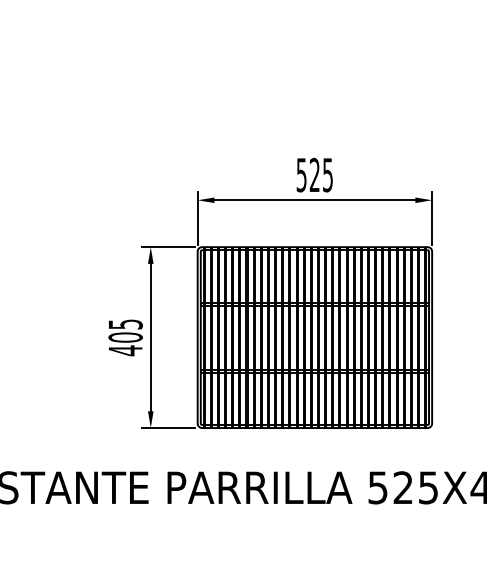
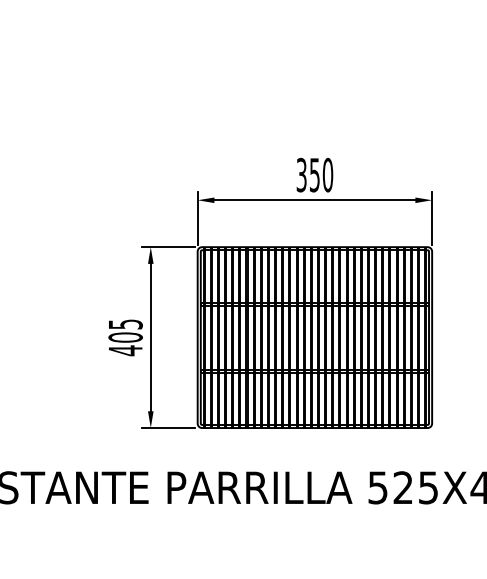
text at (315, 174): 525 -> 350
